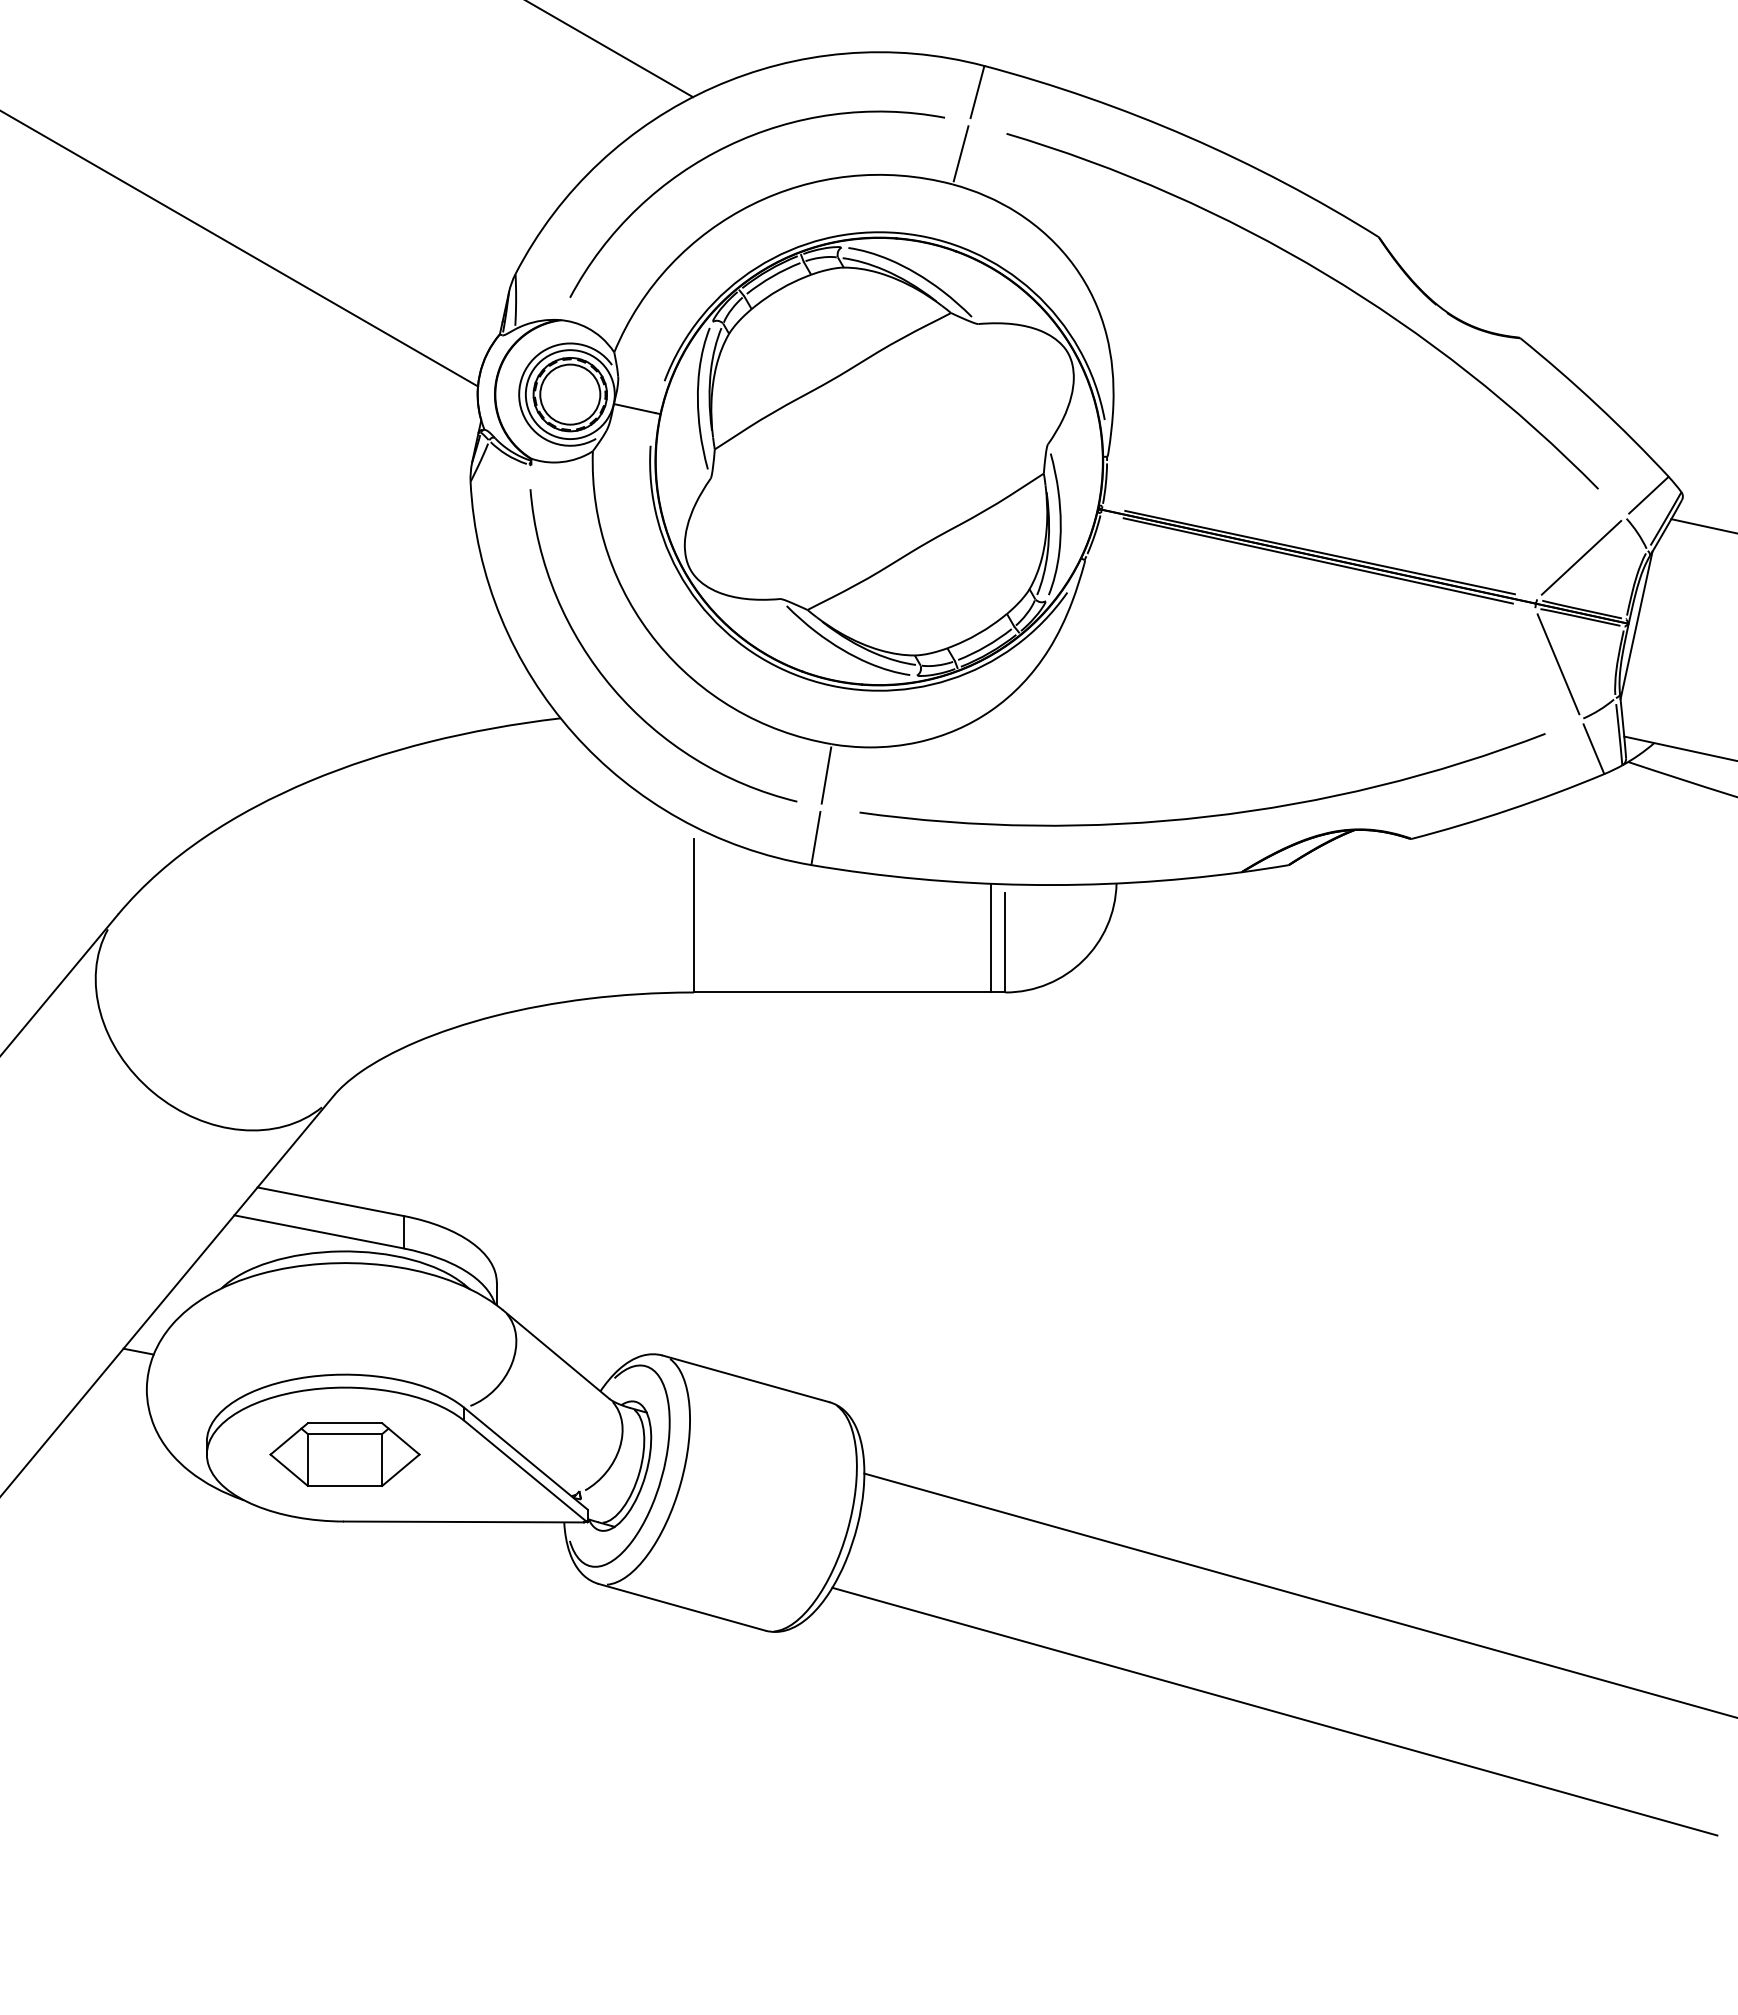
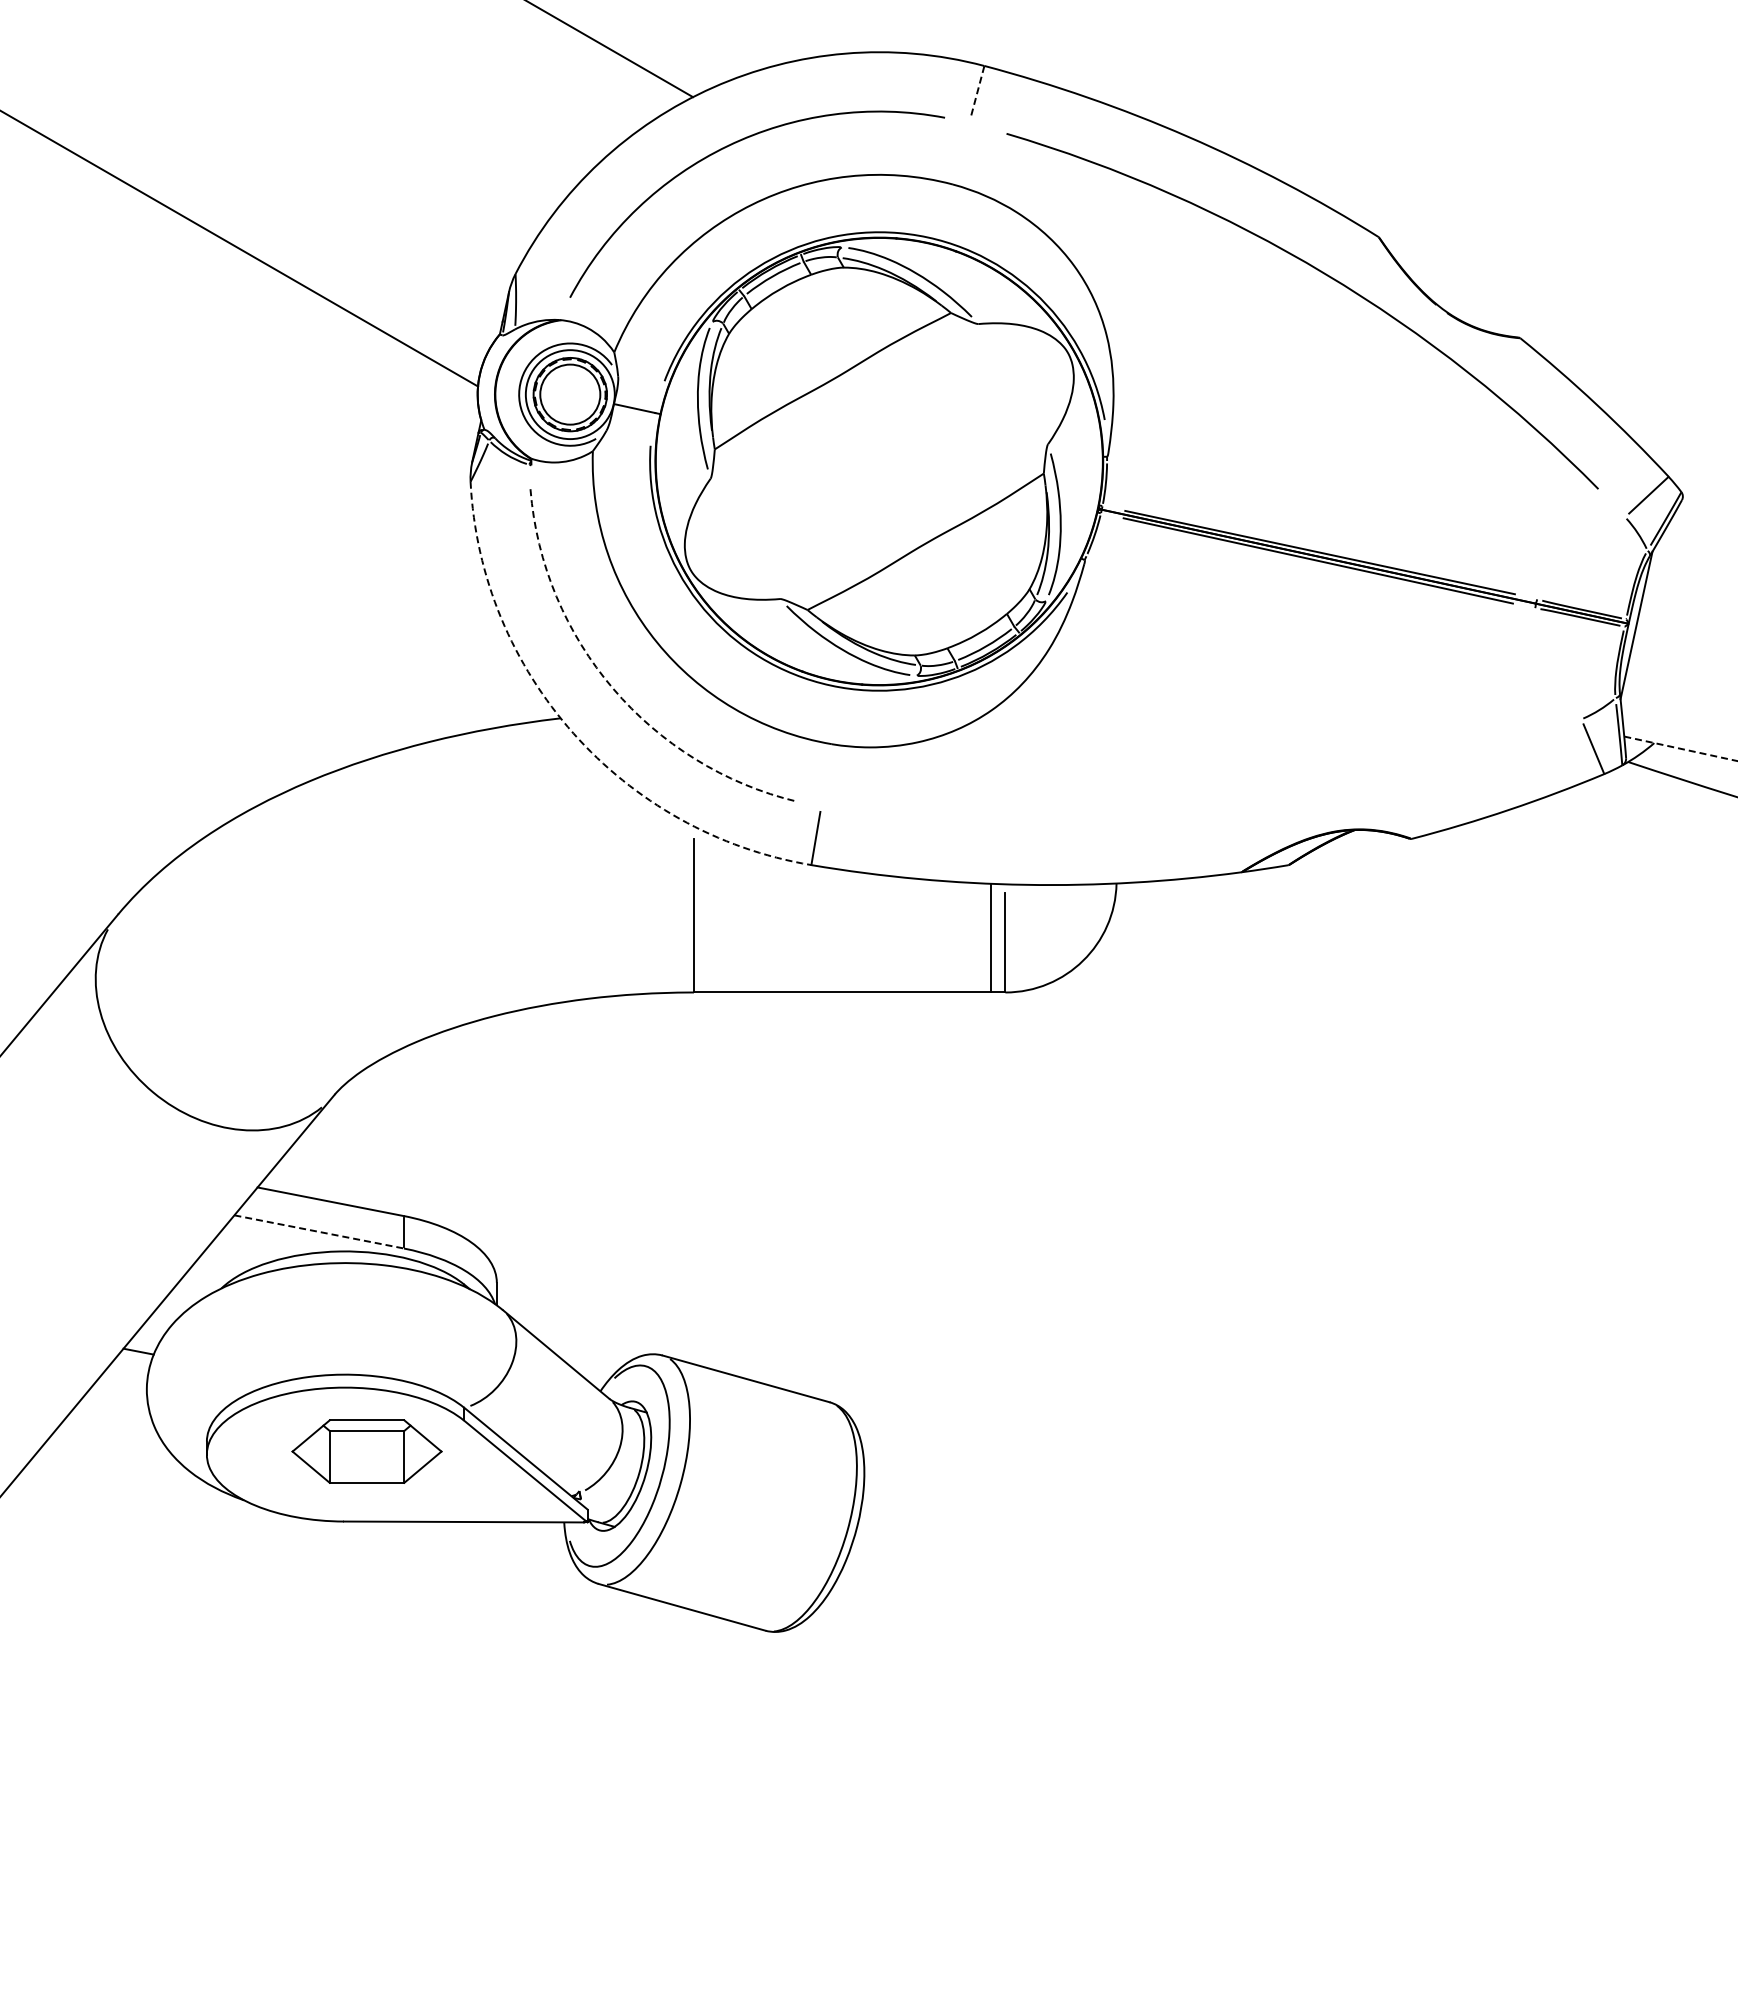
line at (977, 92): solid -> dashed
line at (960, 153): present -> none
line at (1702, 525): present -> none
line at (1581, 557): present -> none
line at (1558, 664): present -> none
arc at (613, 688): solid -> dashed
arc at (573, 733): solid -> dashed
line at (1680, 748): solid -> dashed
line at (826, 775): present -> none
arc at (1206, 815): present -> none
line at (319, 1232): solid -> dashed
part at (344, 1454) position: (344, 1454) -> (366, 1451)
line at (1299, 1595): present -> none
line at (1274, 1711): present -> none
